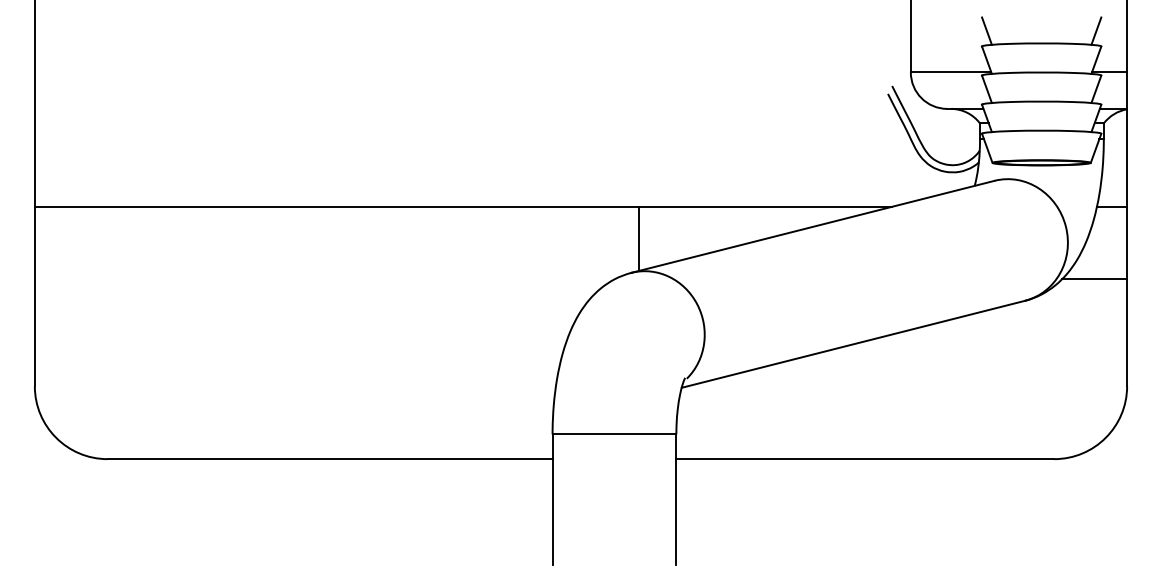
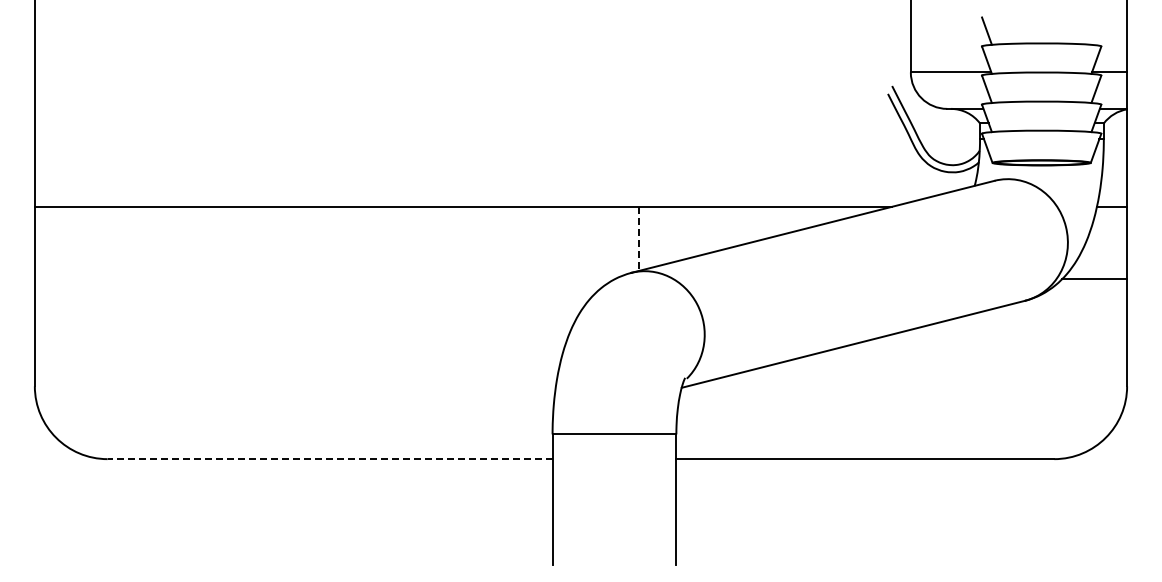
line at (1096, 30): present -> none
line at (639, 238): solid -> dashed
line at (329, 459): solid -> dashed
